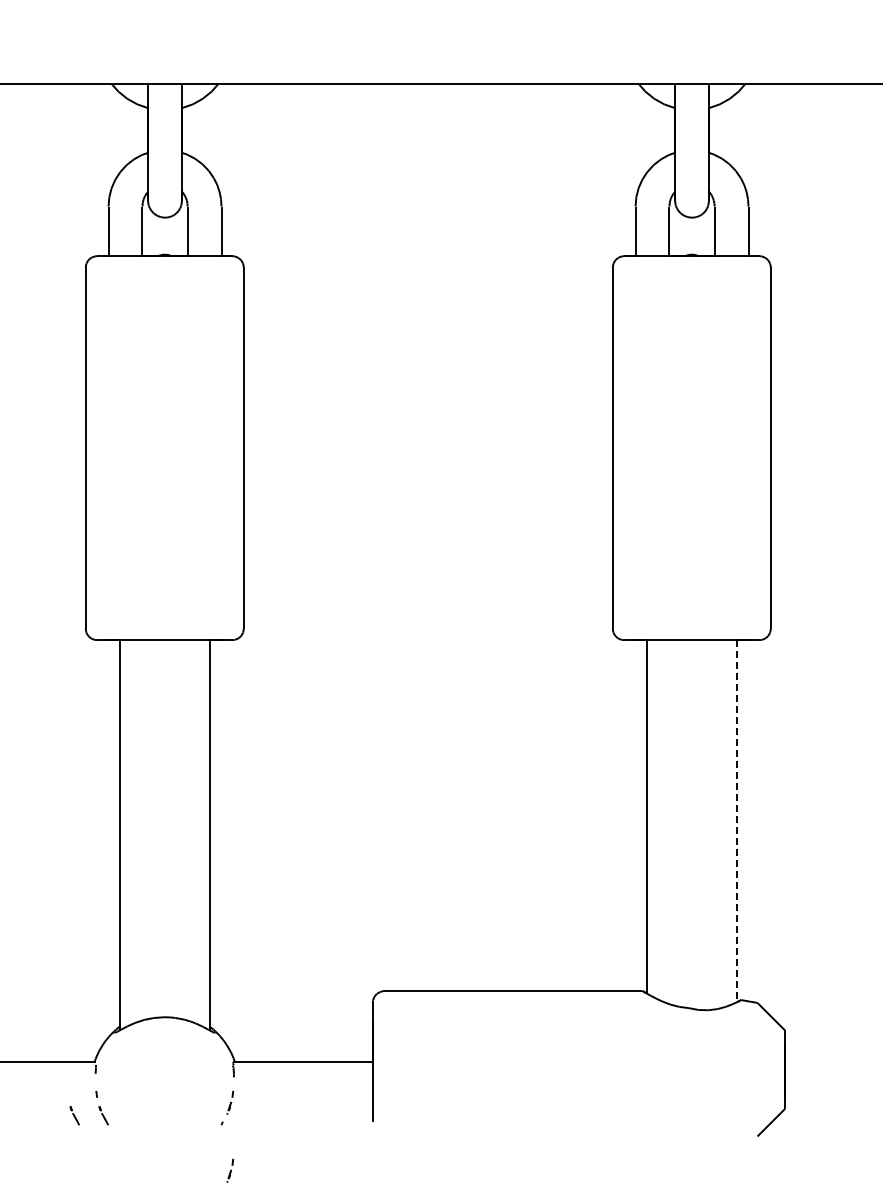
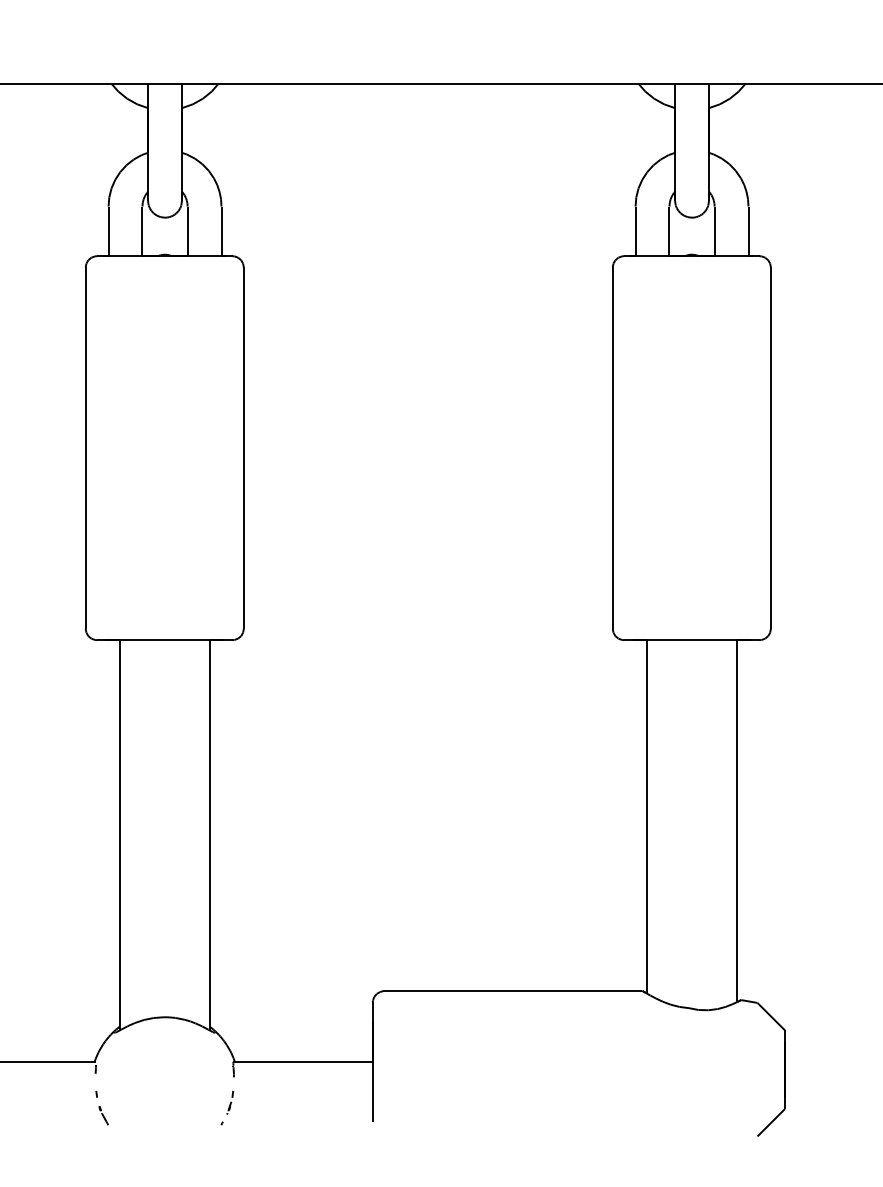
line at (737, 821): dashed -> solid
line at (74, 1115): present -> none
part at (230, 1170): present -> none
